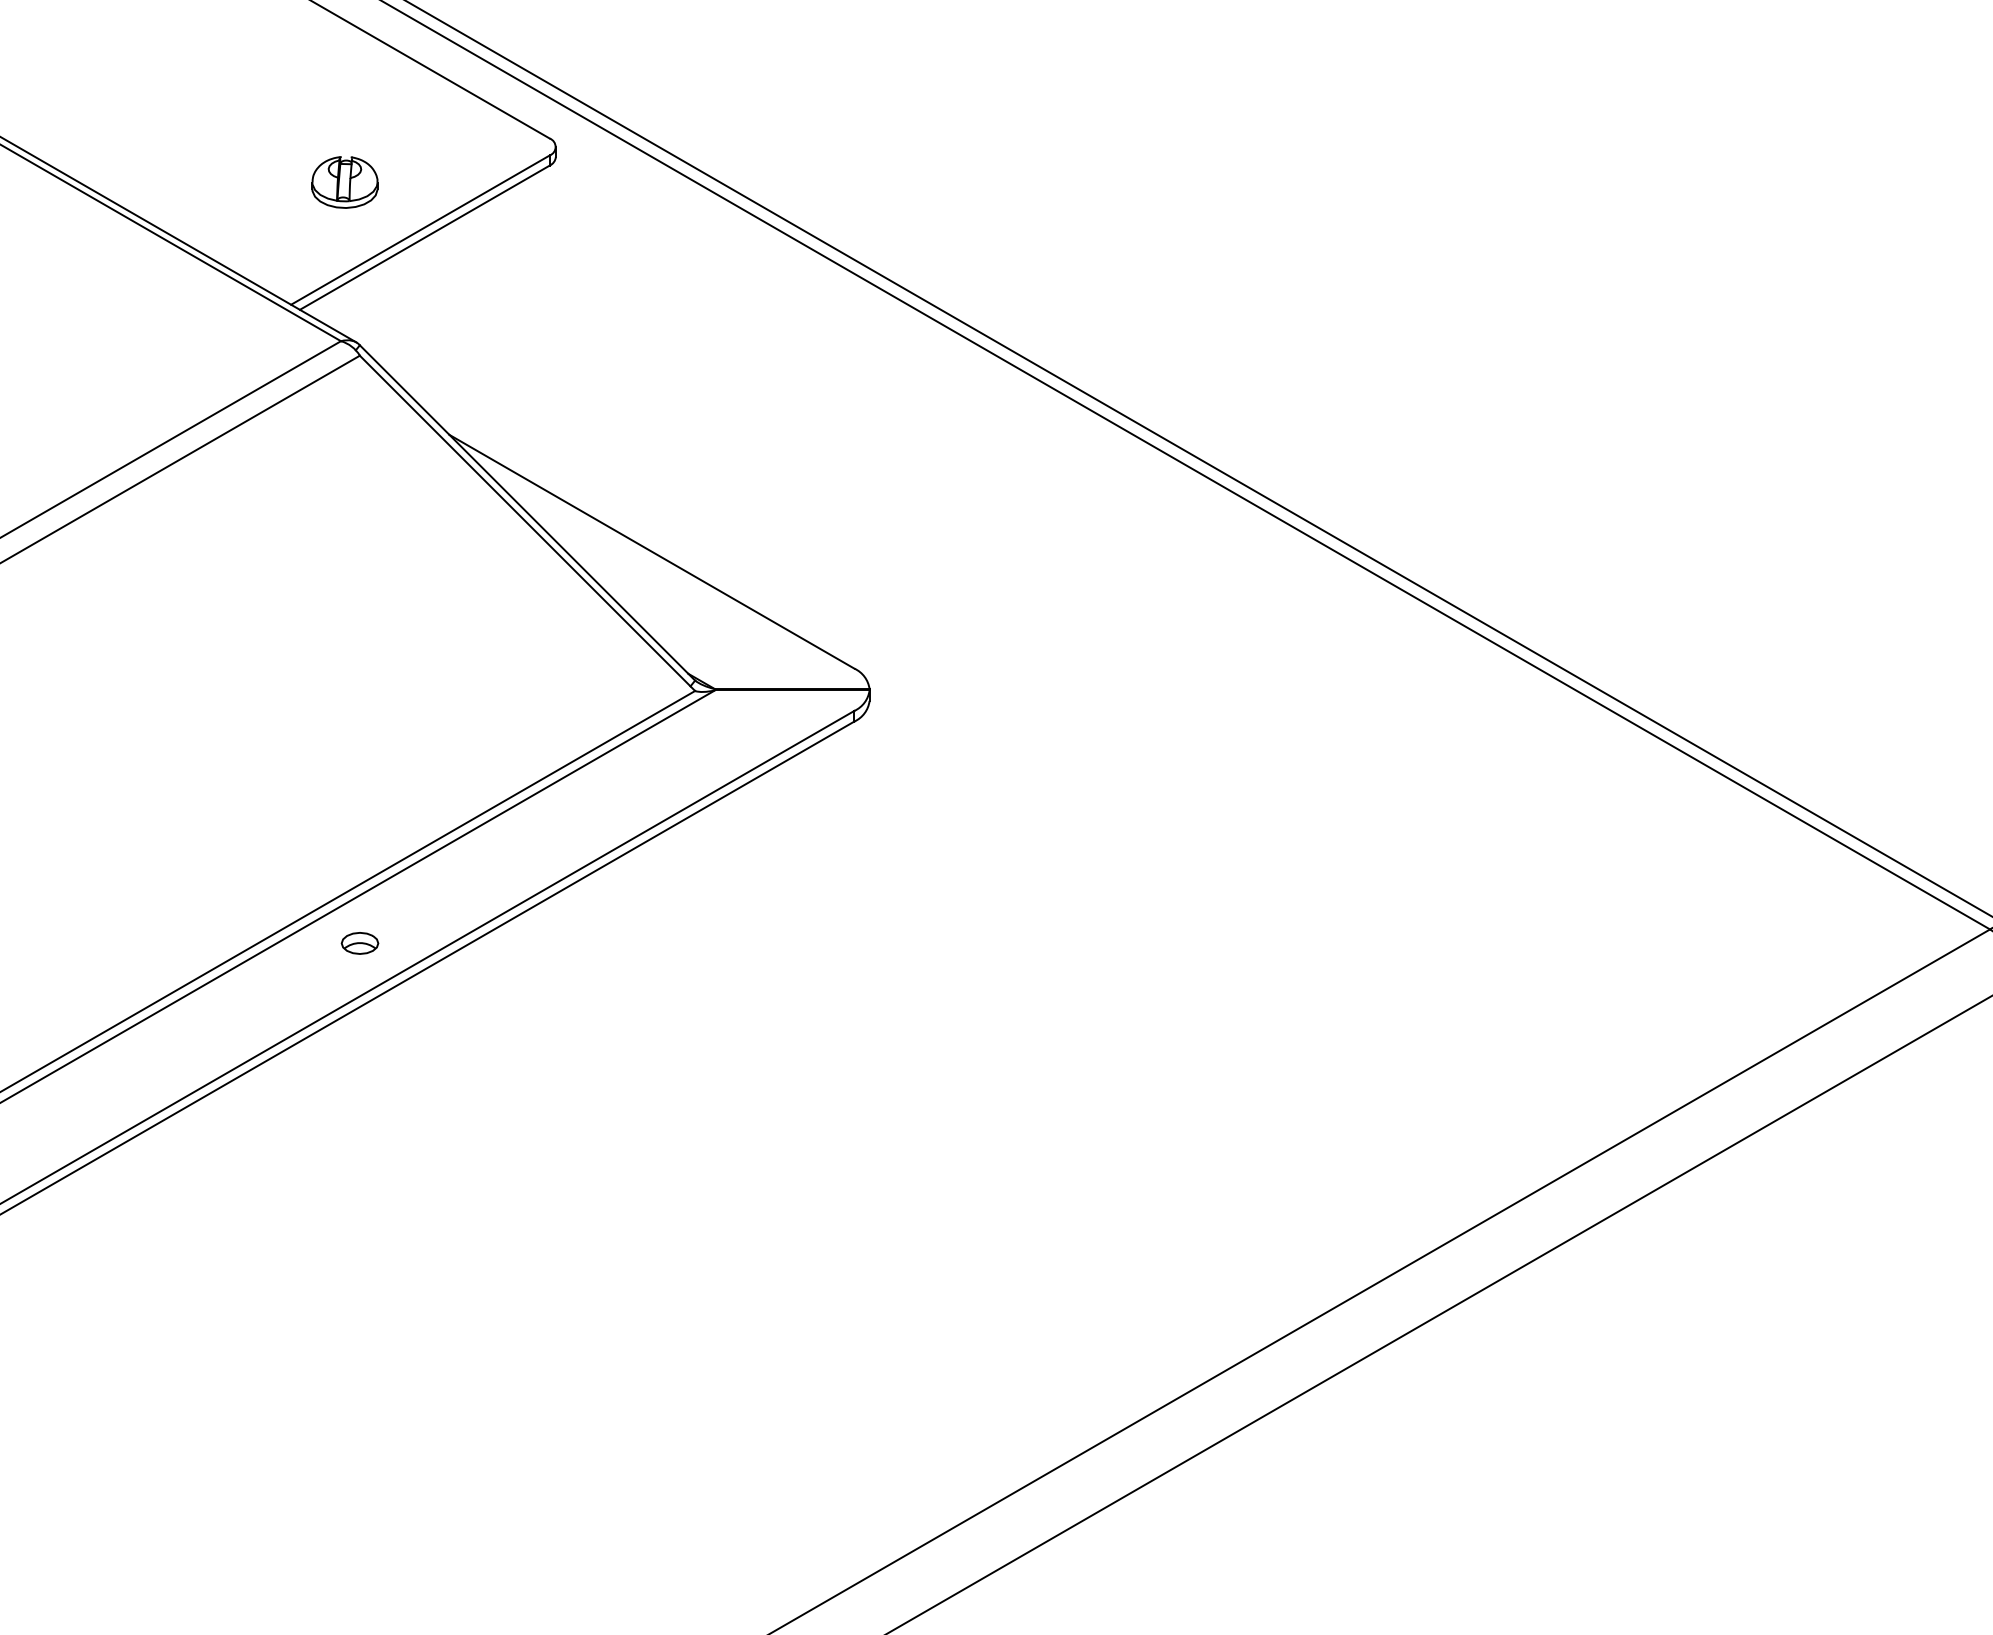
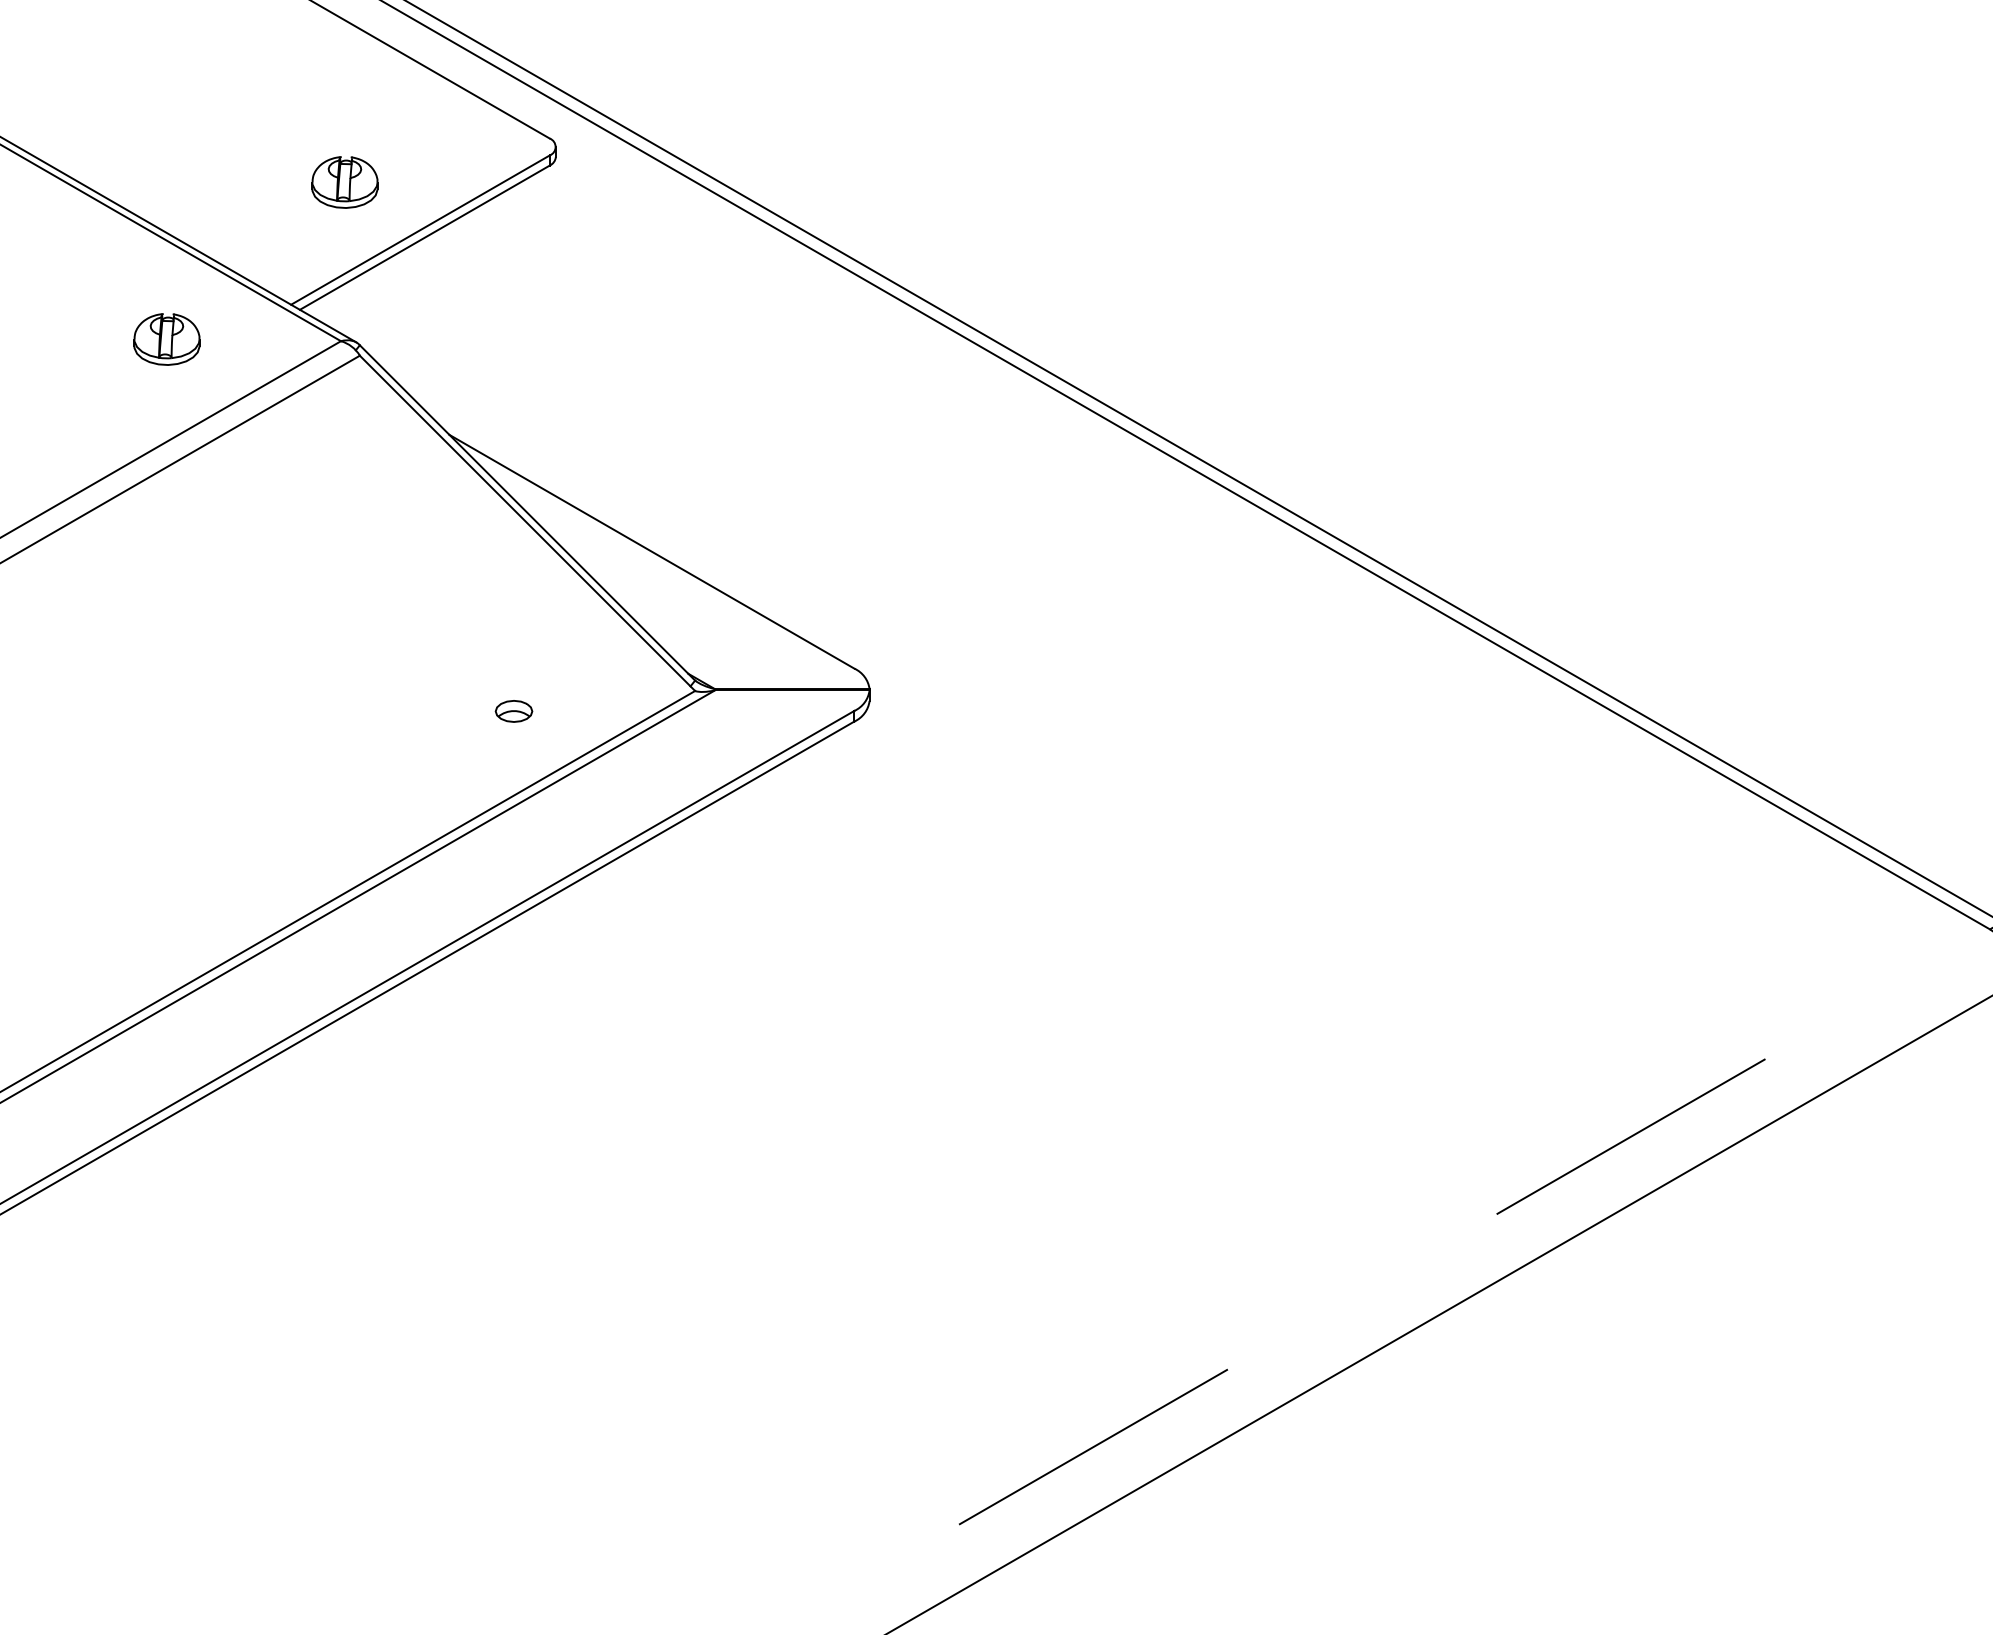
part at (166, 339): none -> present
part at (359, 943) position: (359, 943) -> (513, 711)
line at (1379, 1281): solid -> dashed
